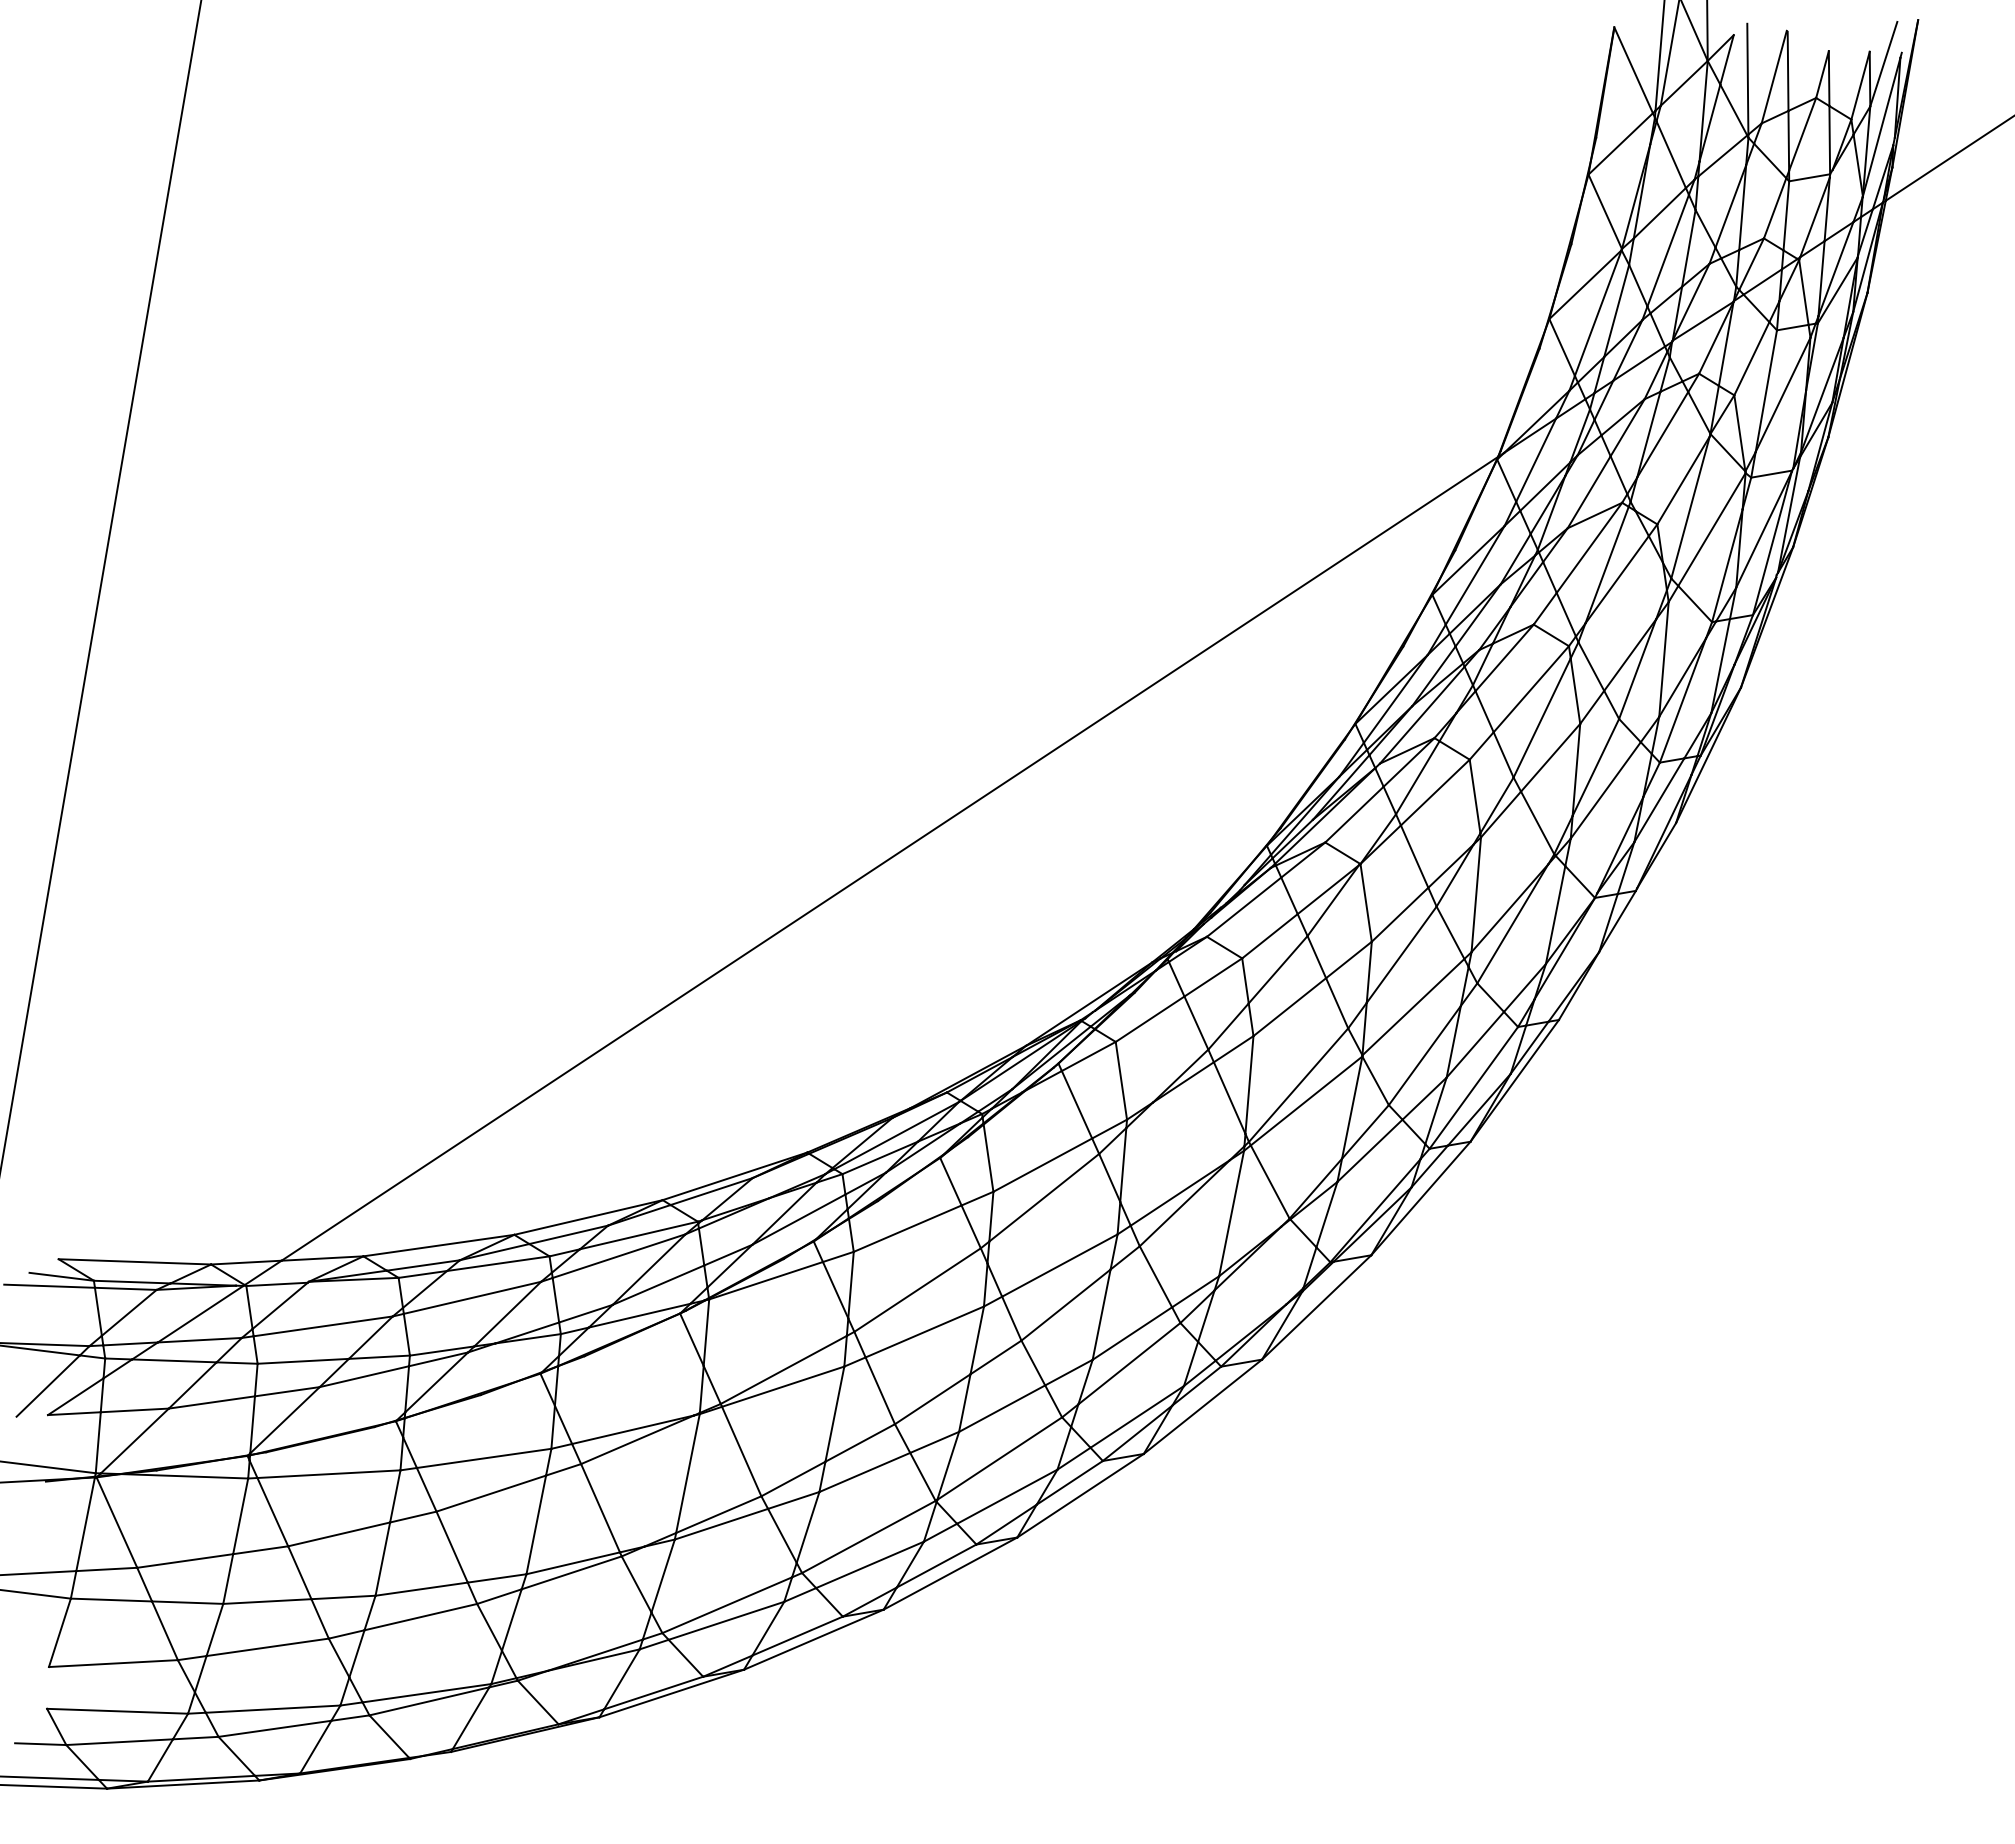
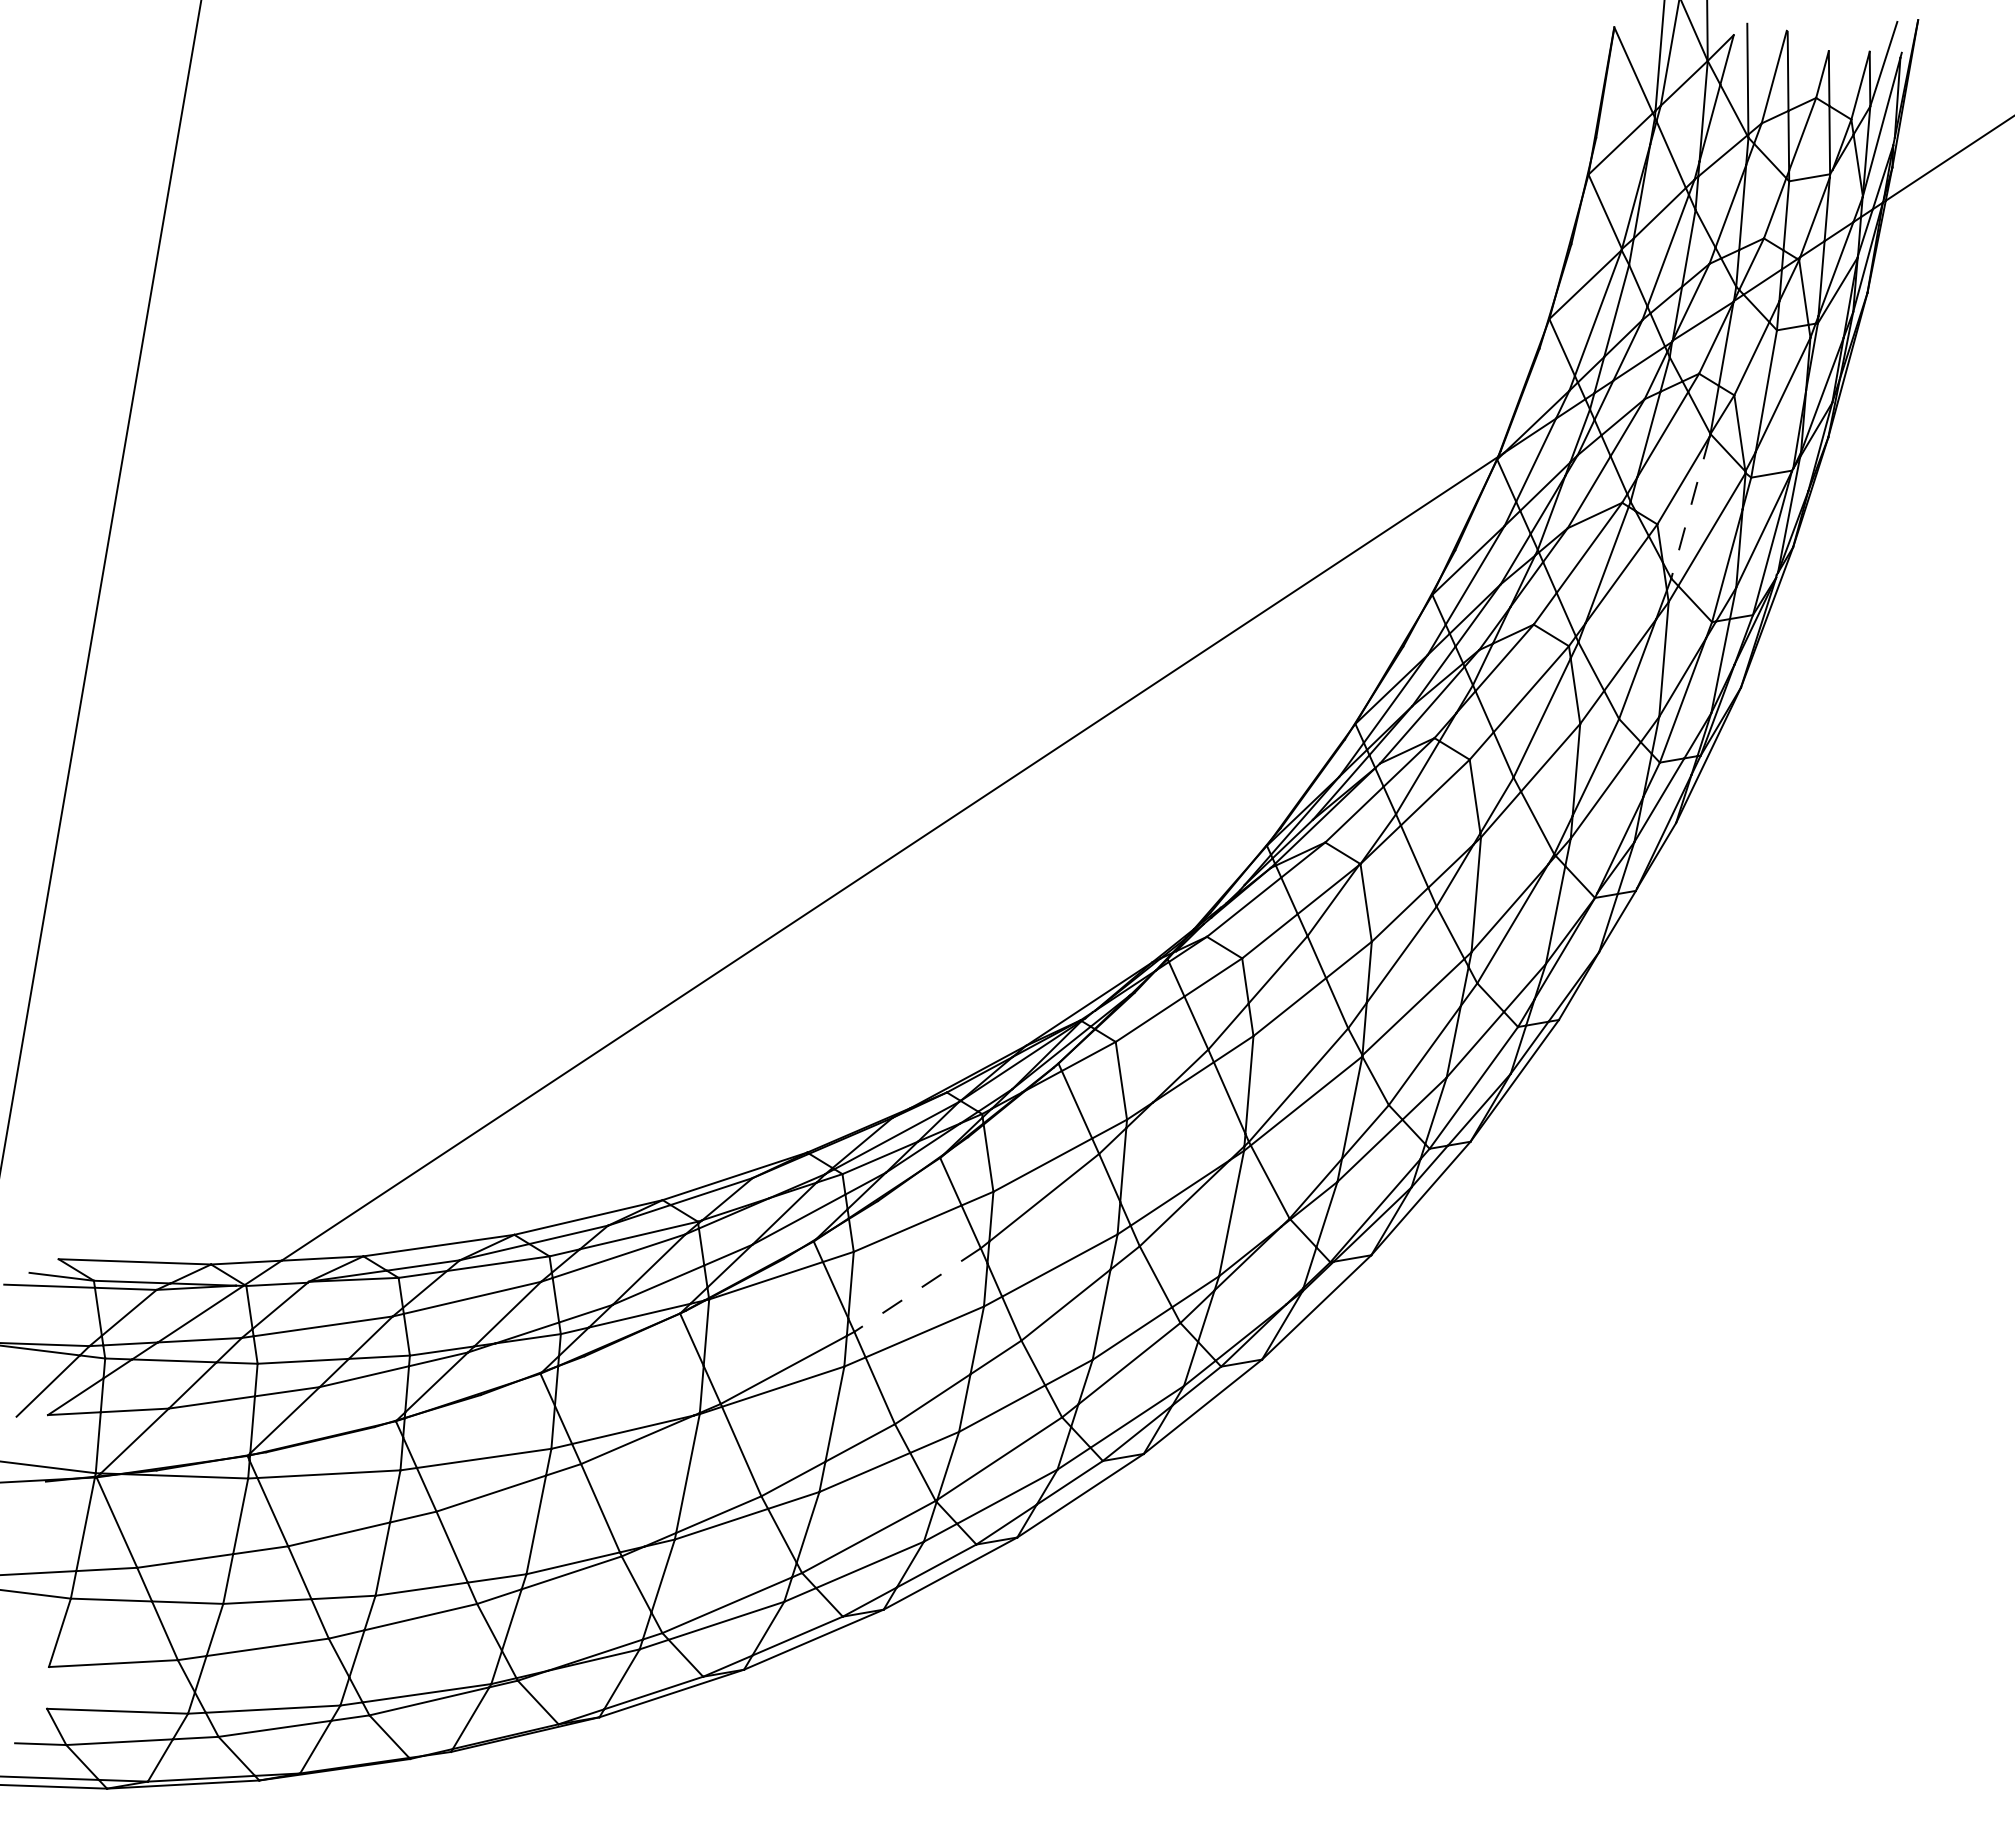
line at (1690, 507): solid -> dashed
line at (917, 1290): solid -> dashed
